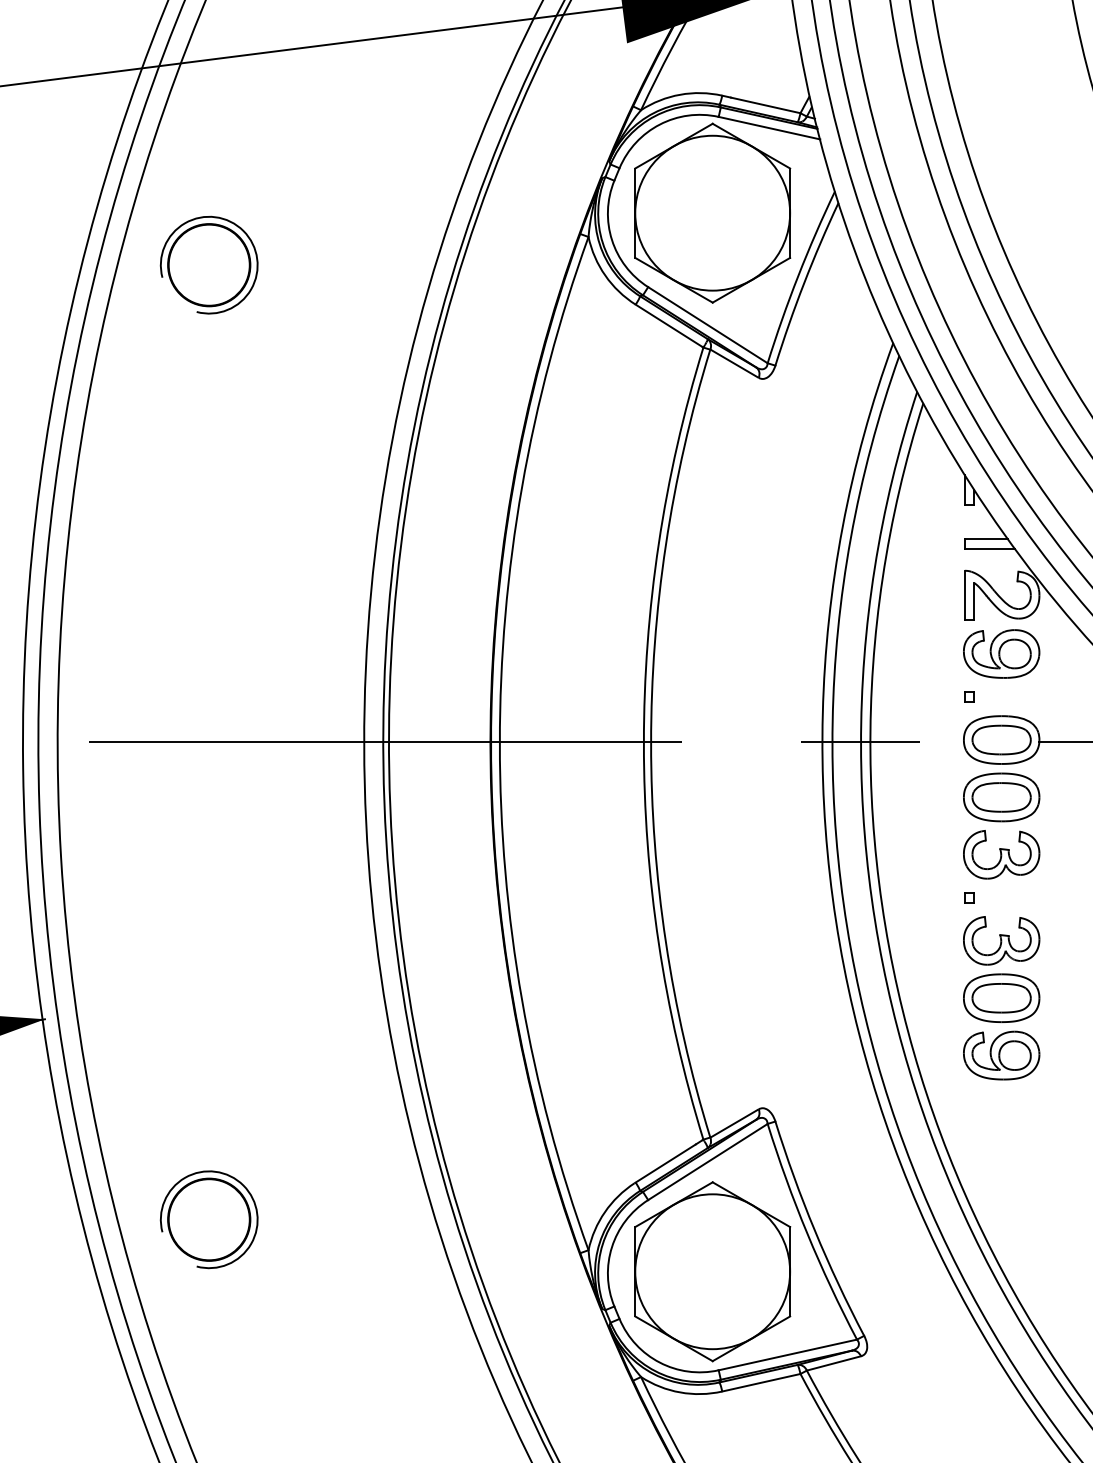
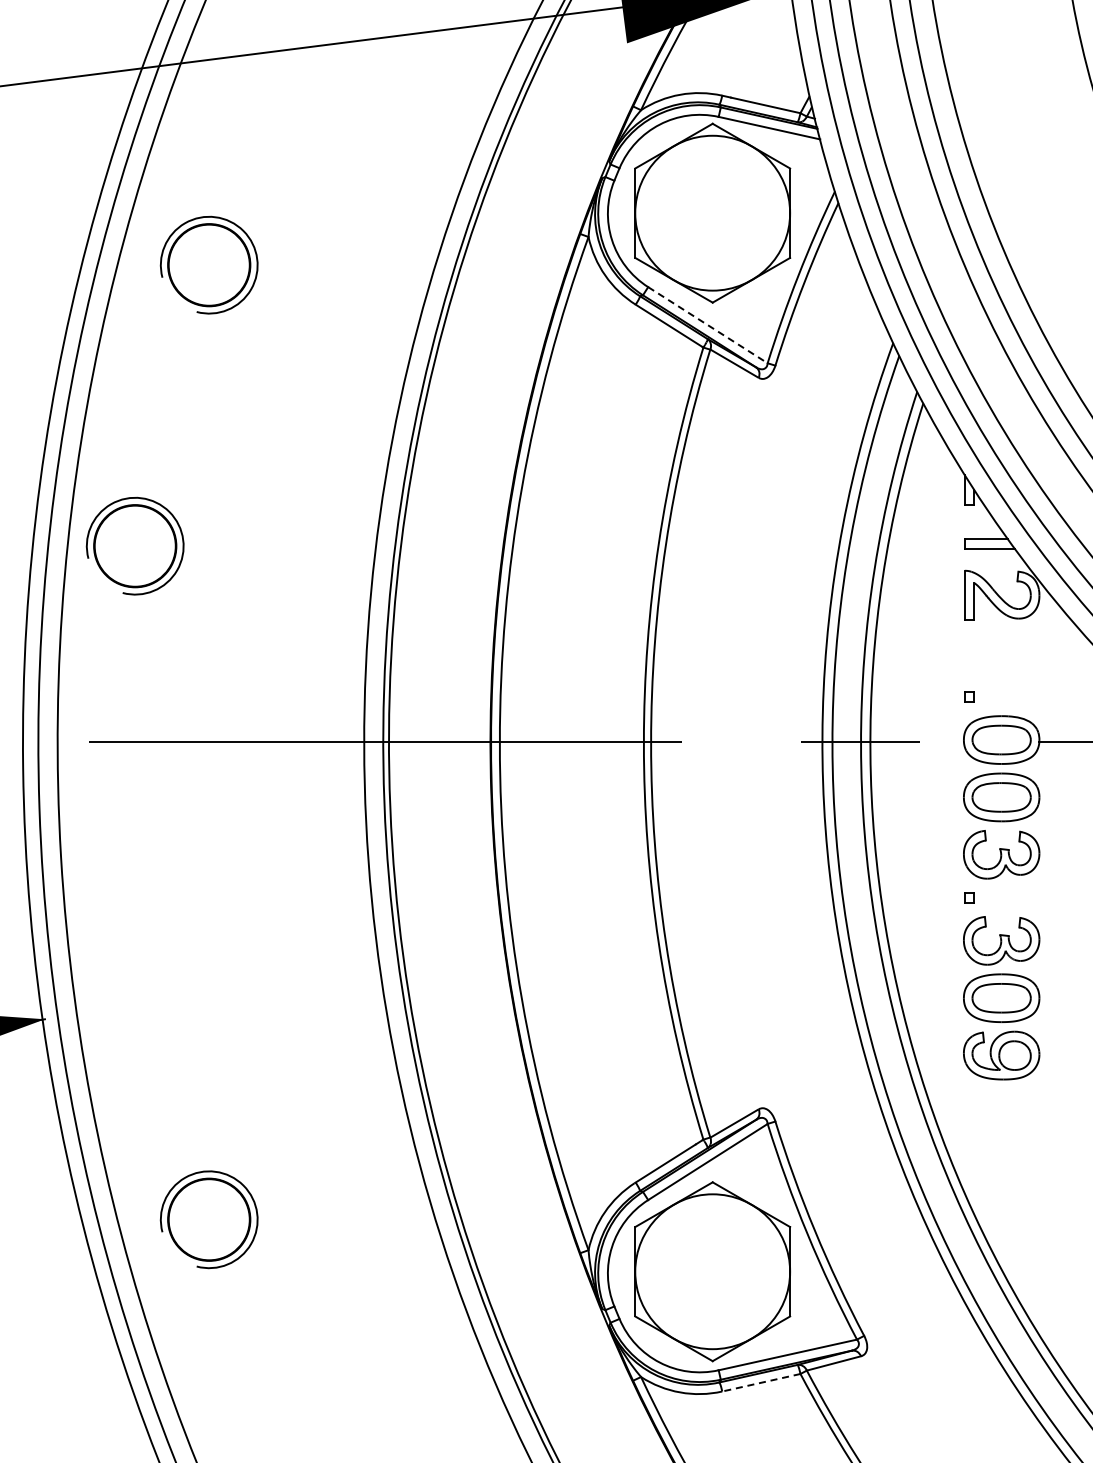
line at (707, 325): solid -> dashed
part at (134, 545): none -> present
part at (1001, 653): present -> none
line at (760, 1382): solid -> dashed
